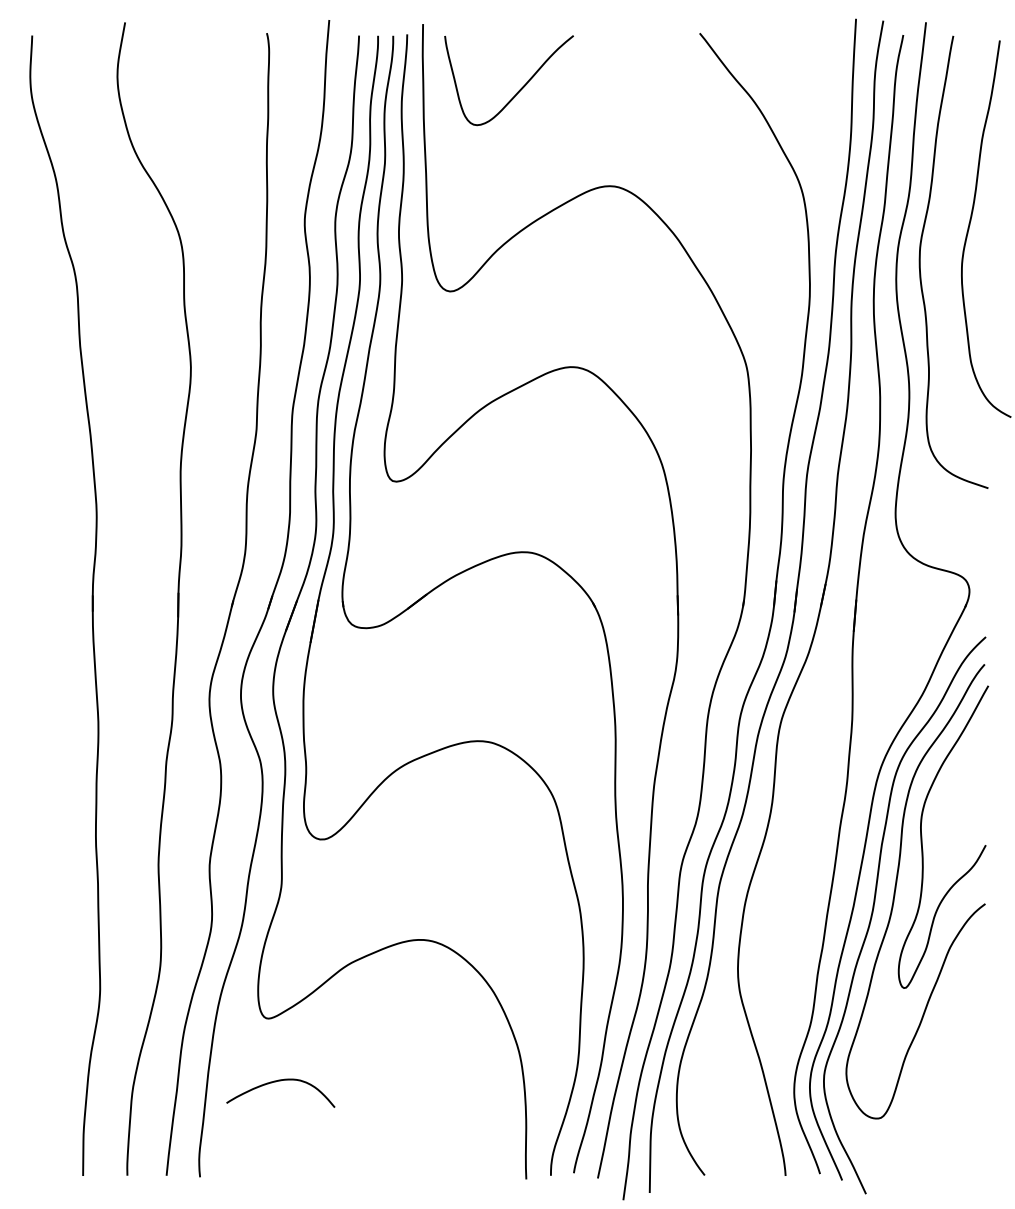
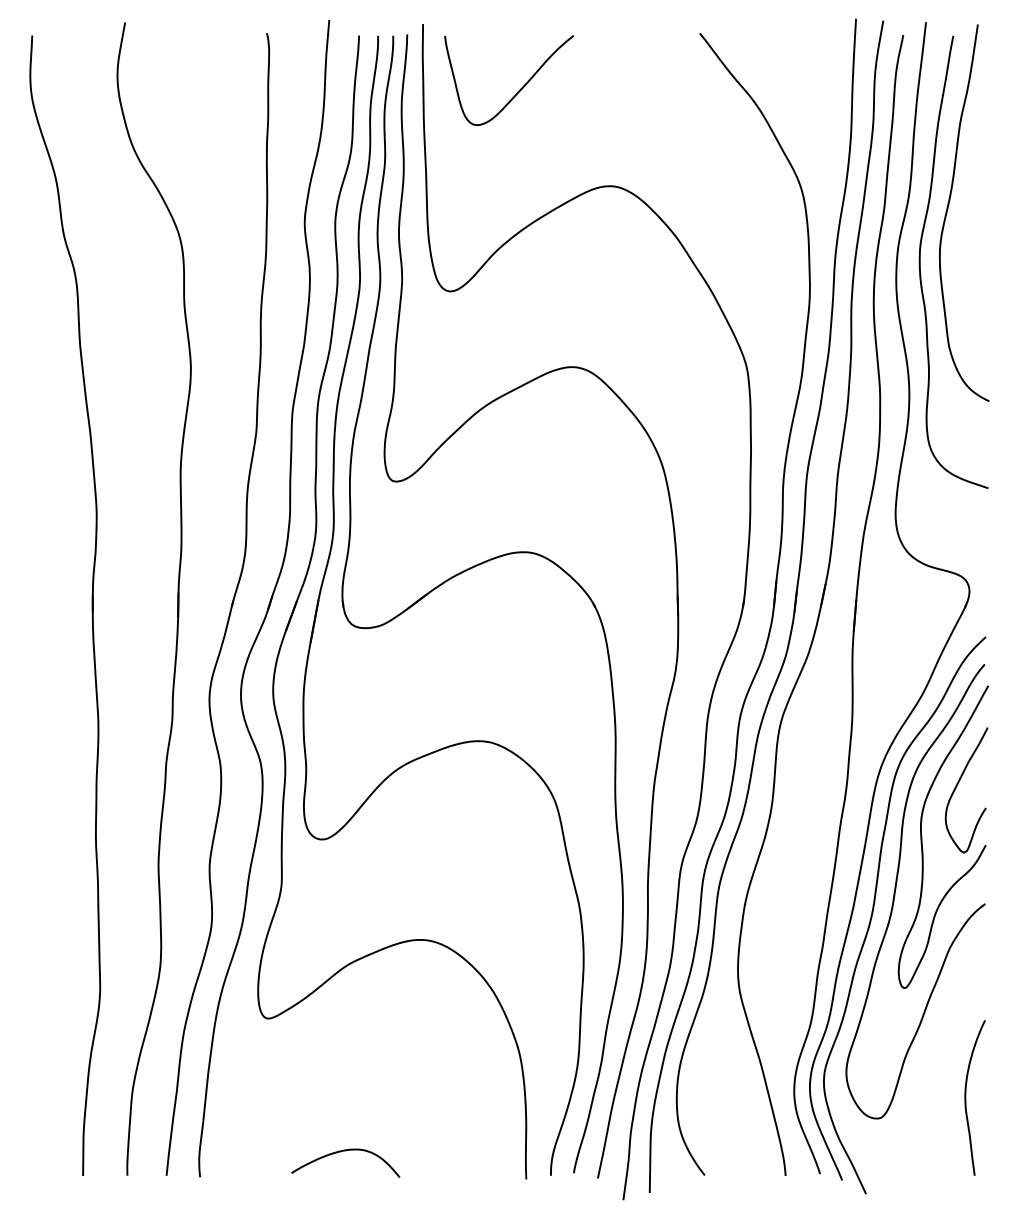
curve at (970, 225) position: (970, 225) -> (948, 209)
curve at (957, 786): none -> present
curve at (276, 1082) position: (276, 1082) -> (341, 1152)
curve at (966, 1097): none -> present
